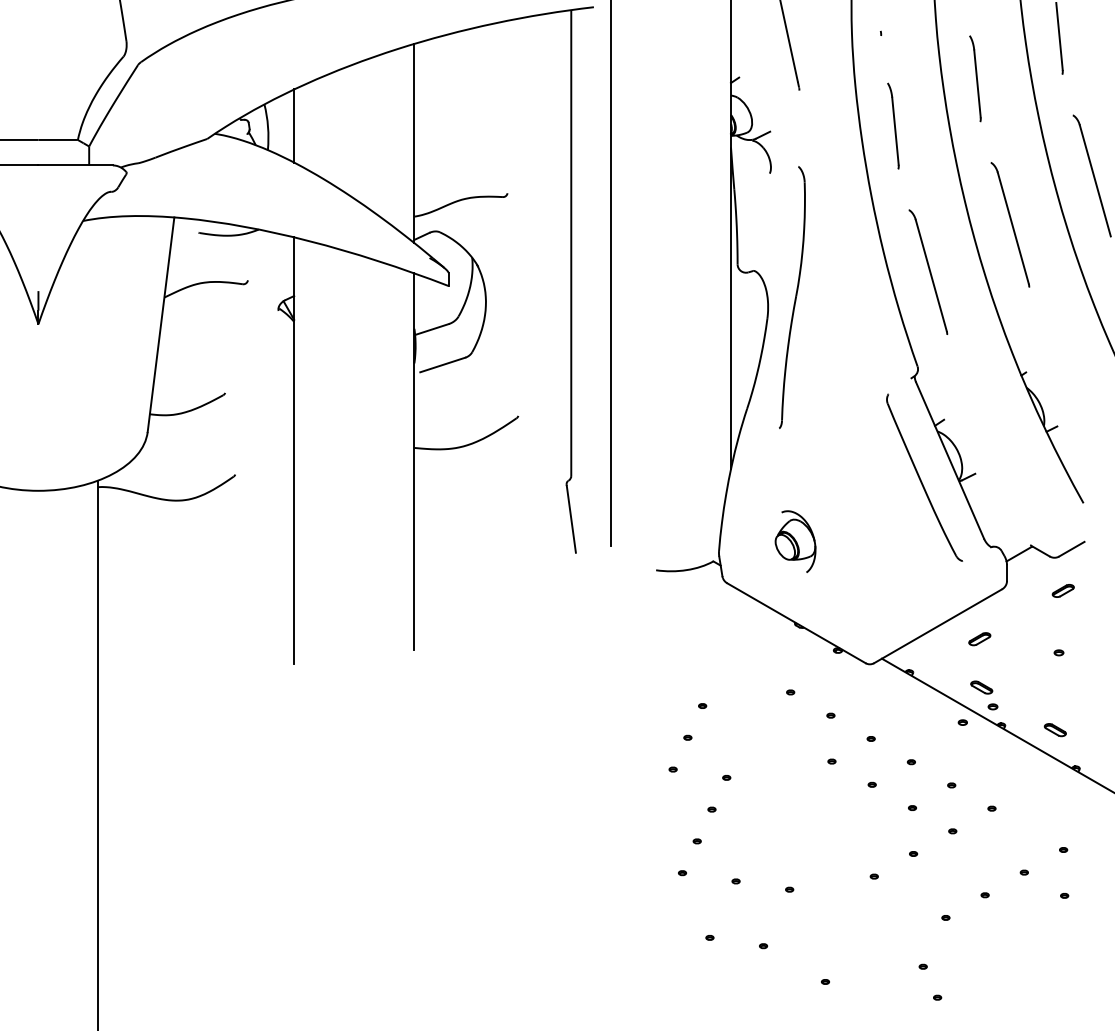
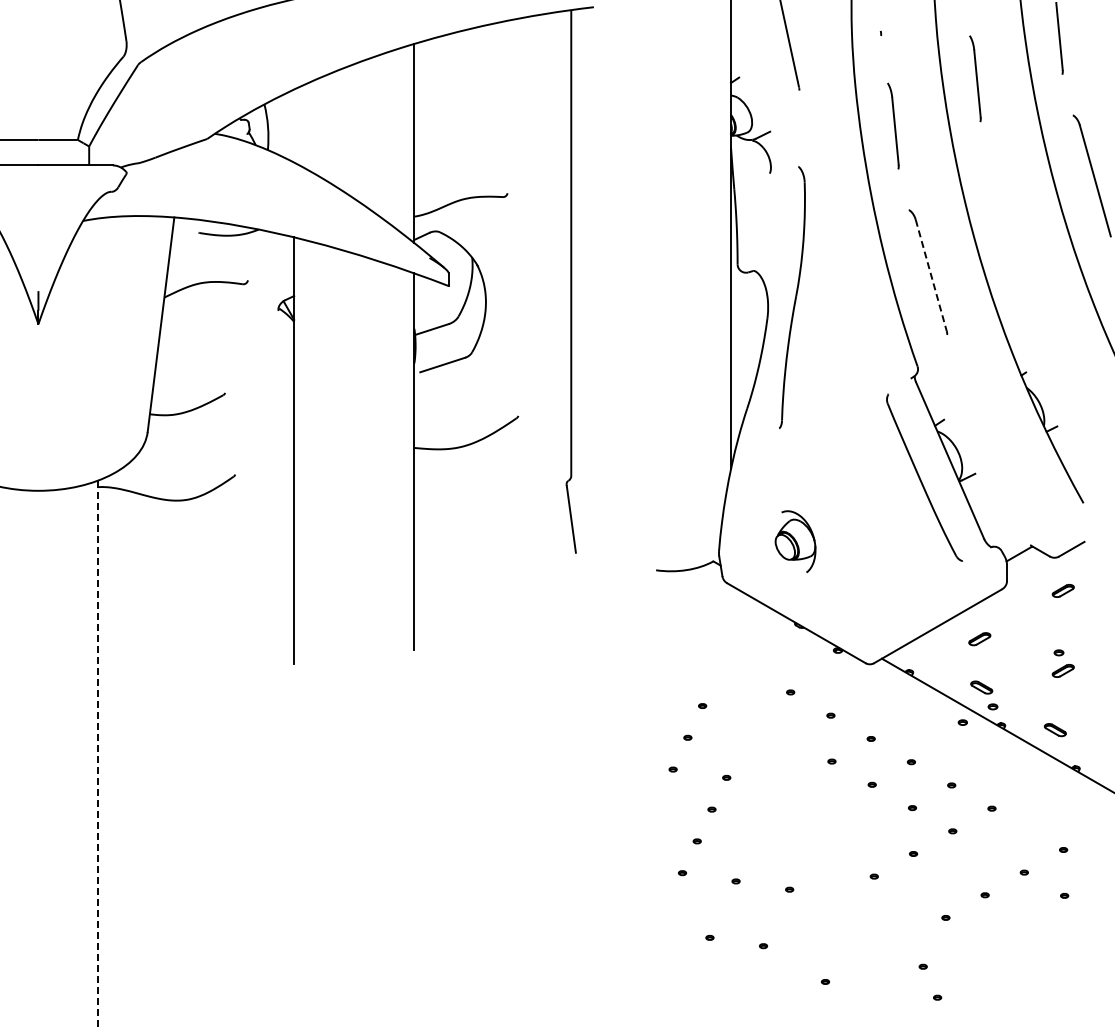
line at (294, 125): present -> none
part at (1010, 224): present -> none
line at (610, 273): present -> none
line at (931, 275): solid -> dashed
part at (1062, 670): none -> present
line at (97, 755): solid -> dashed
